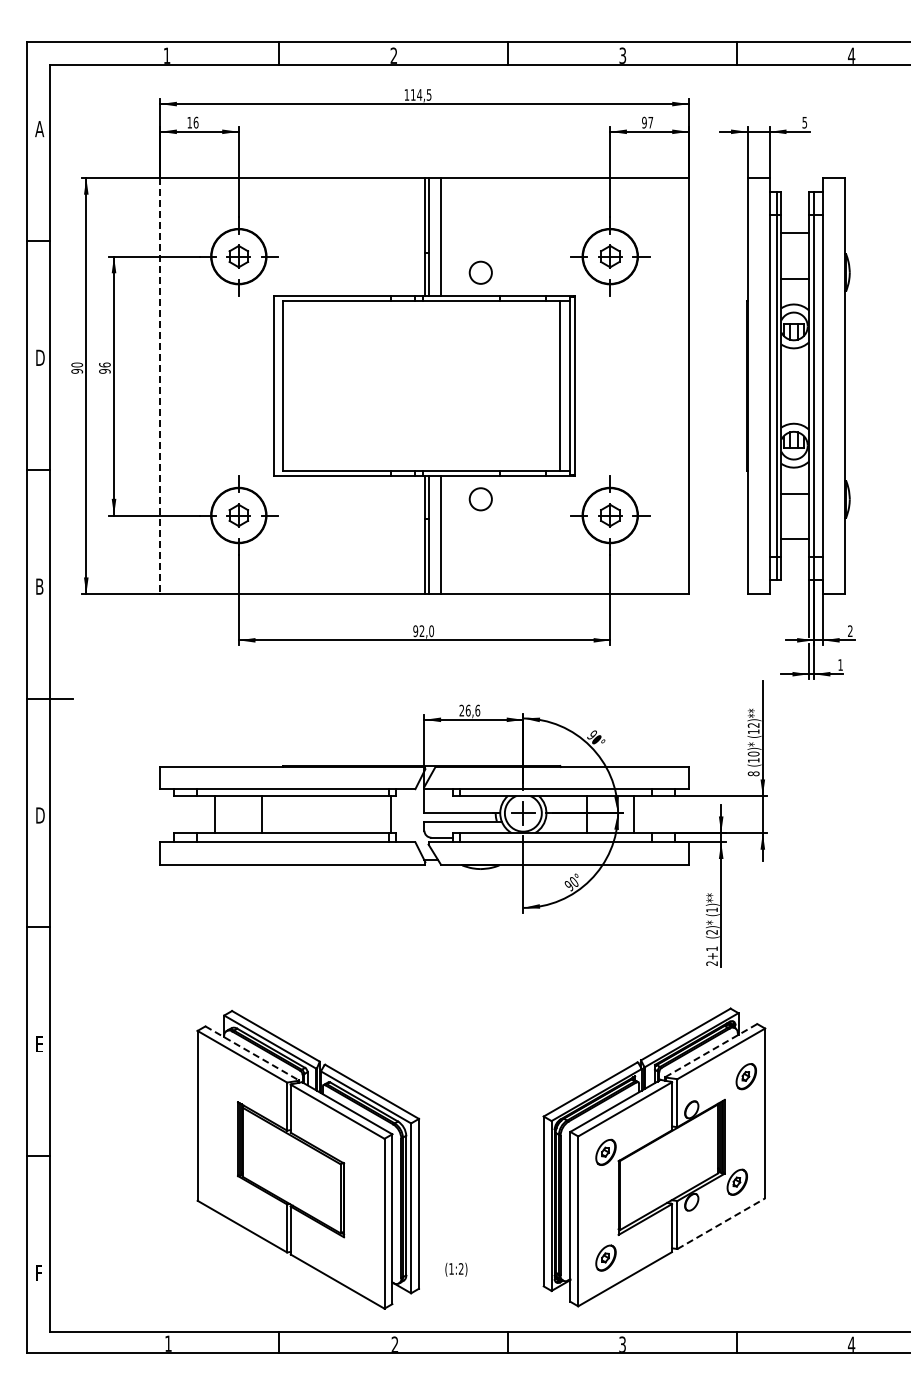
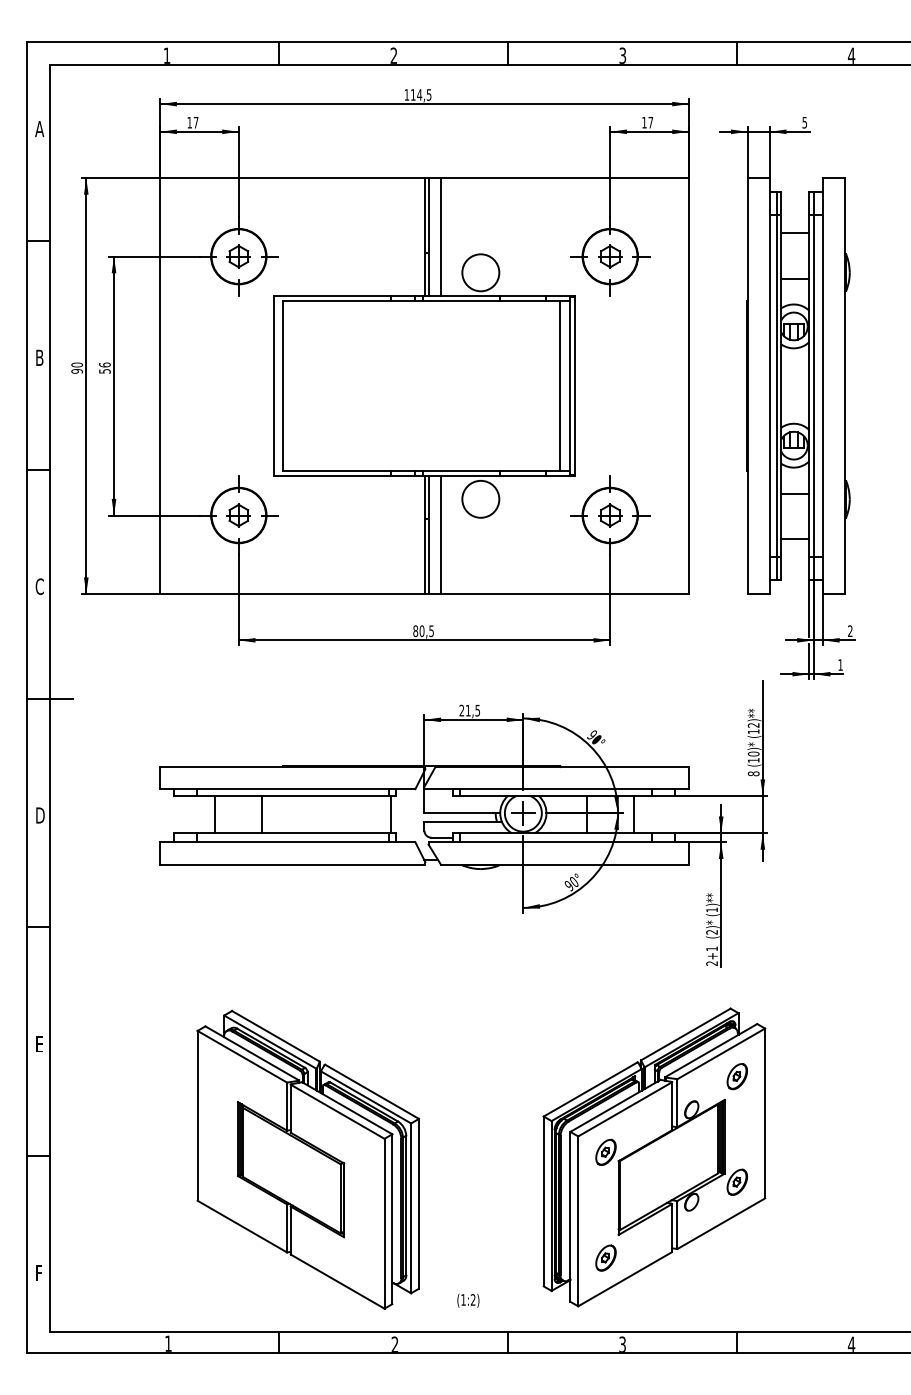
text at (195, 122): 16 -> 17
text at (644, 122): 97 -> 17
circle at (480, 272) diameter: 22 px -> 37 px
text at (40, 357): D -> B
text at (104, 371): 96 -> 56
line at (160, 386): dashed -> solid
circle at (480, 499) diameter: 22 px -> 37 px
text at (39, 586): B -> C
text at (423, 631): 92,0 -> 80,5
text at (472, 710): 26,6 -> 21,5
line at (711, 1050): dashed -> solid
line at (252, 1053): dashed -> solid
part at (745, 1076) position: (745, 1076) -> (736, 1076)
line at (721, 1223): dashed -> solid
text at (456, 1269) position: (456, 1269) -> (468, 1300)
